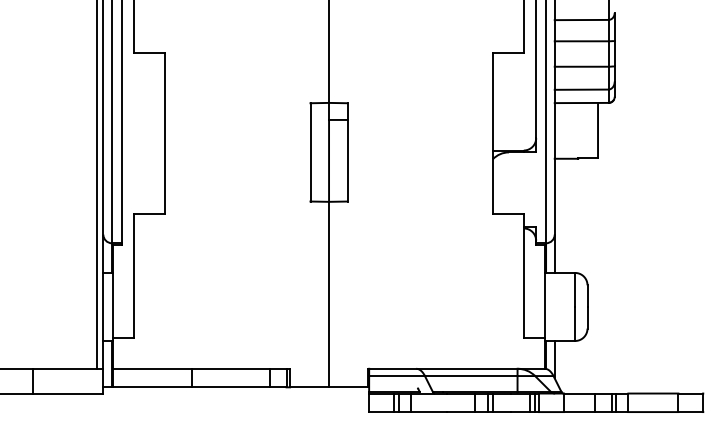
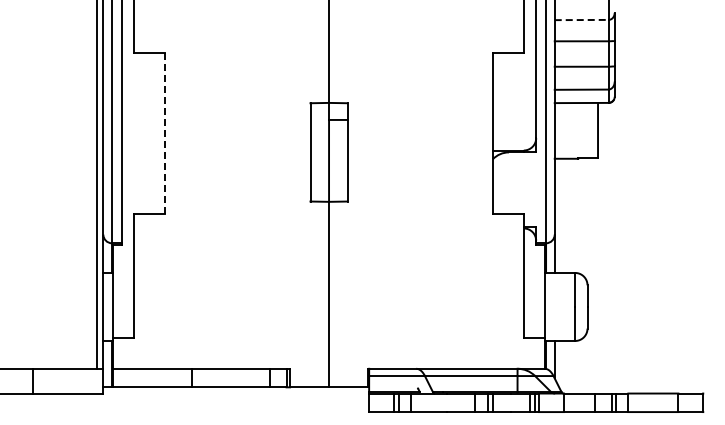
line at (581, 20): solid -> dashed
line at (165, 134): solid -> dashed
